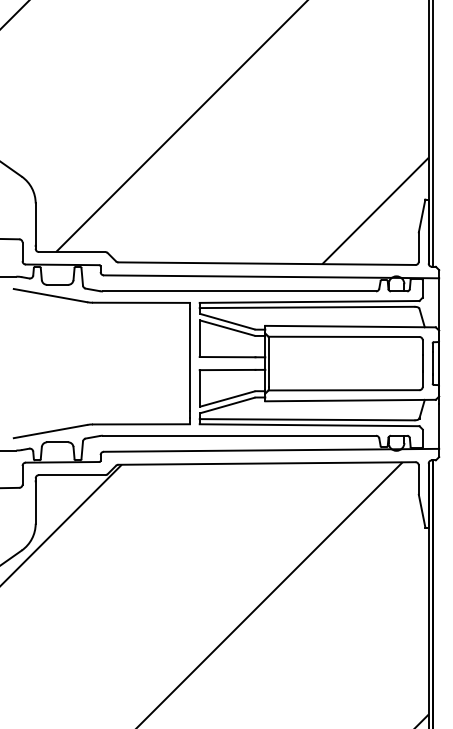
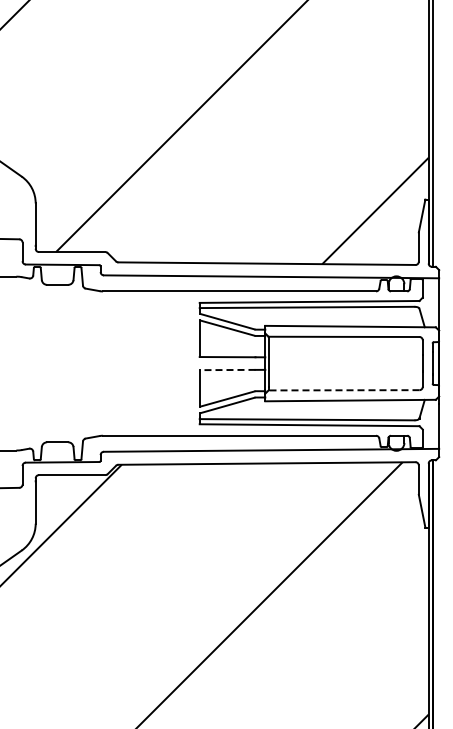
part at (101, 303): present -> none
line at (227, 370): solid -> dashed
line at (343, 390): solid -> dashed
